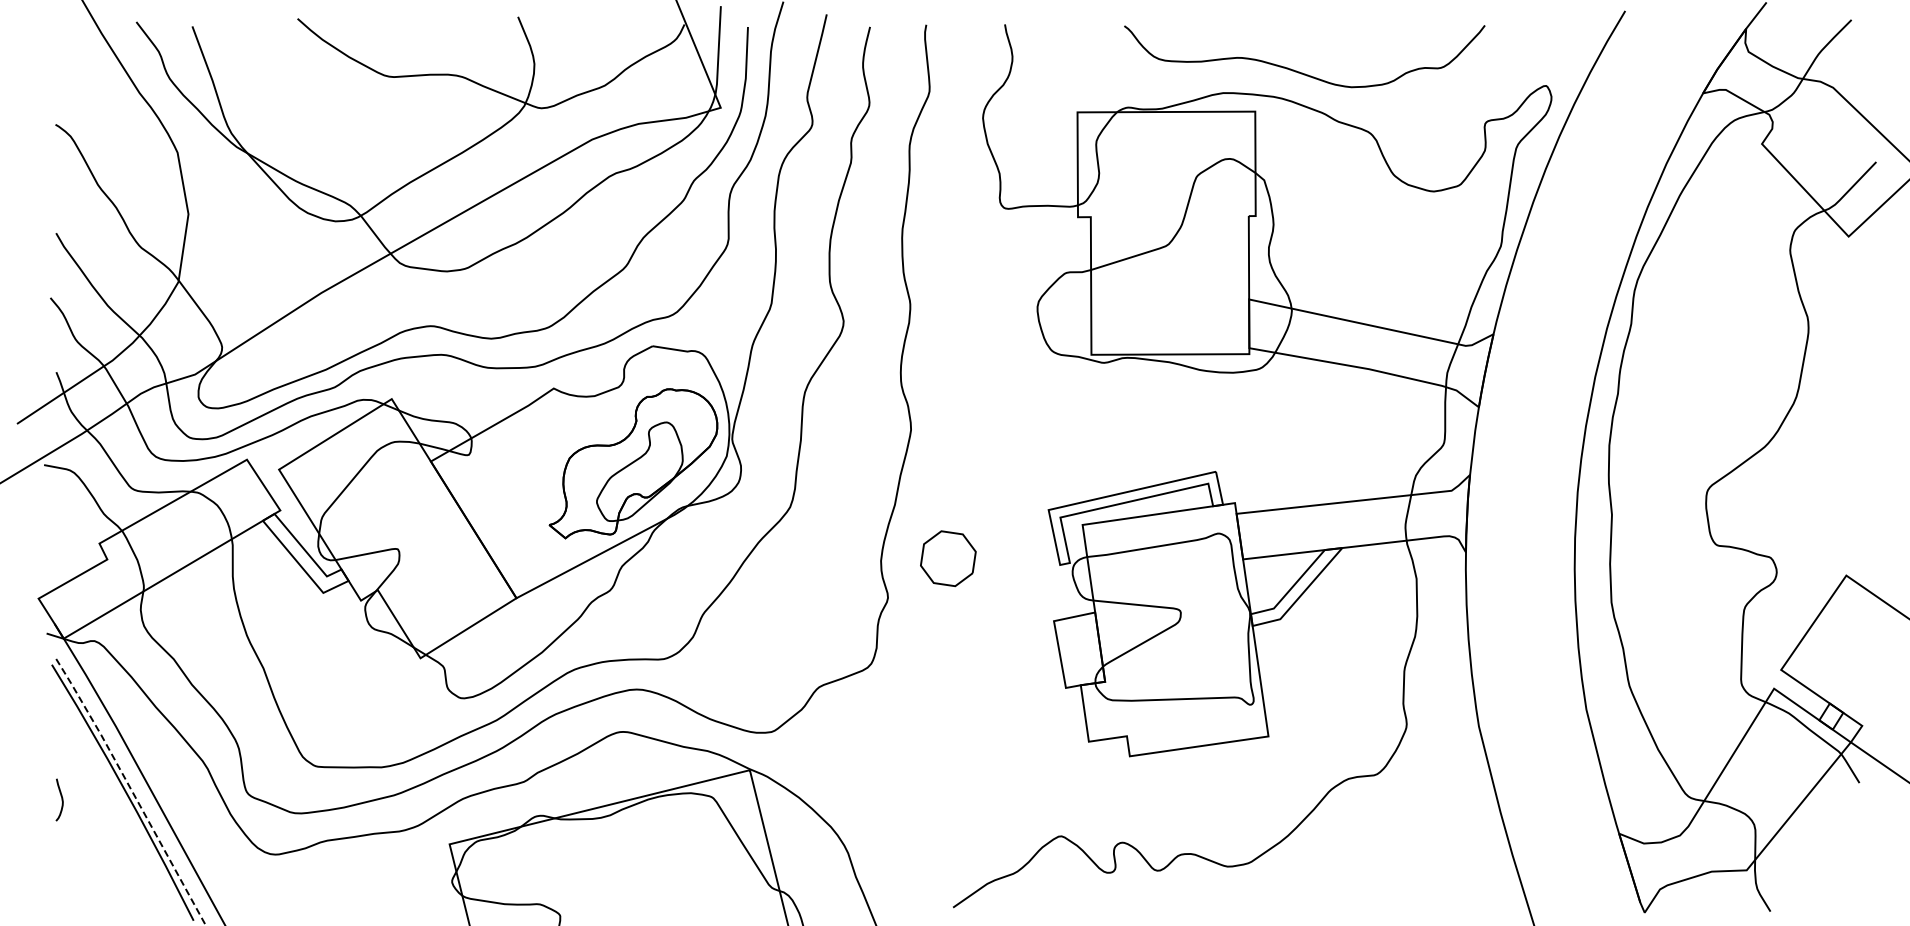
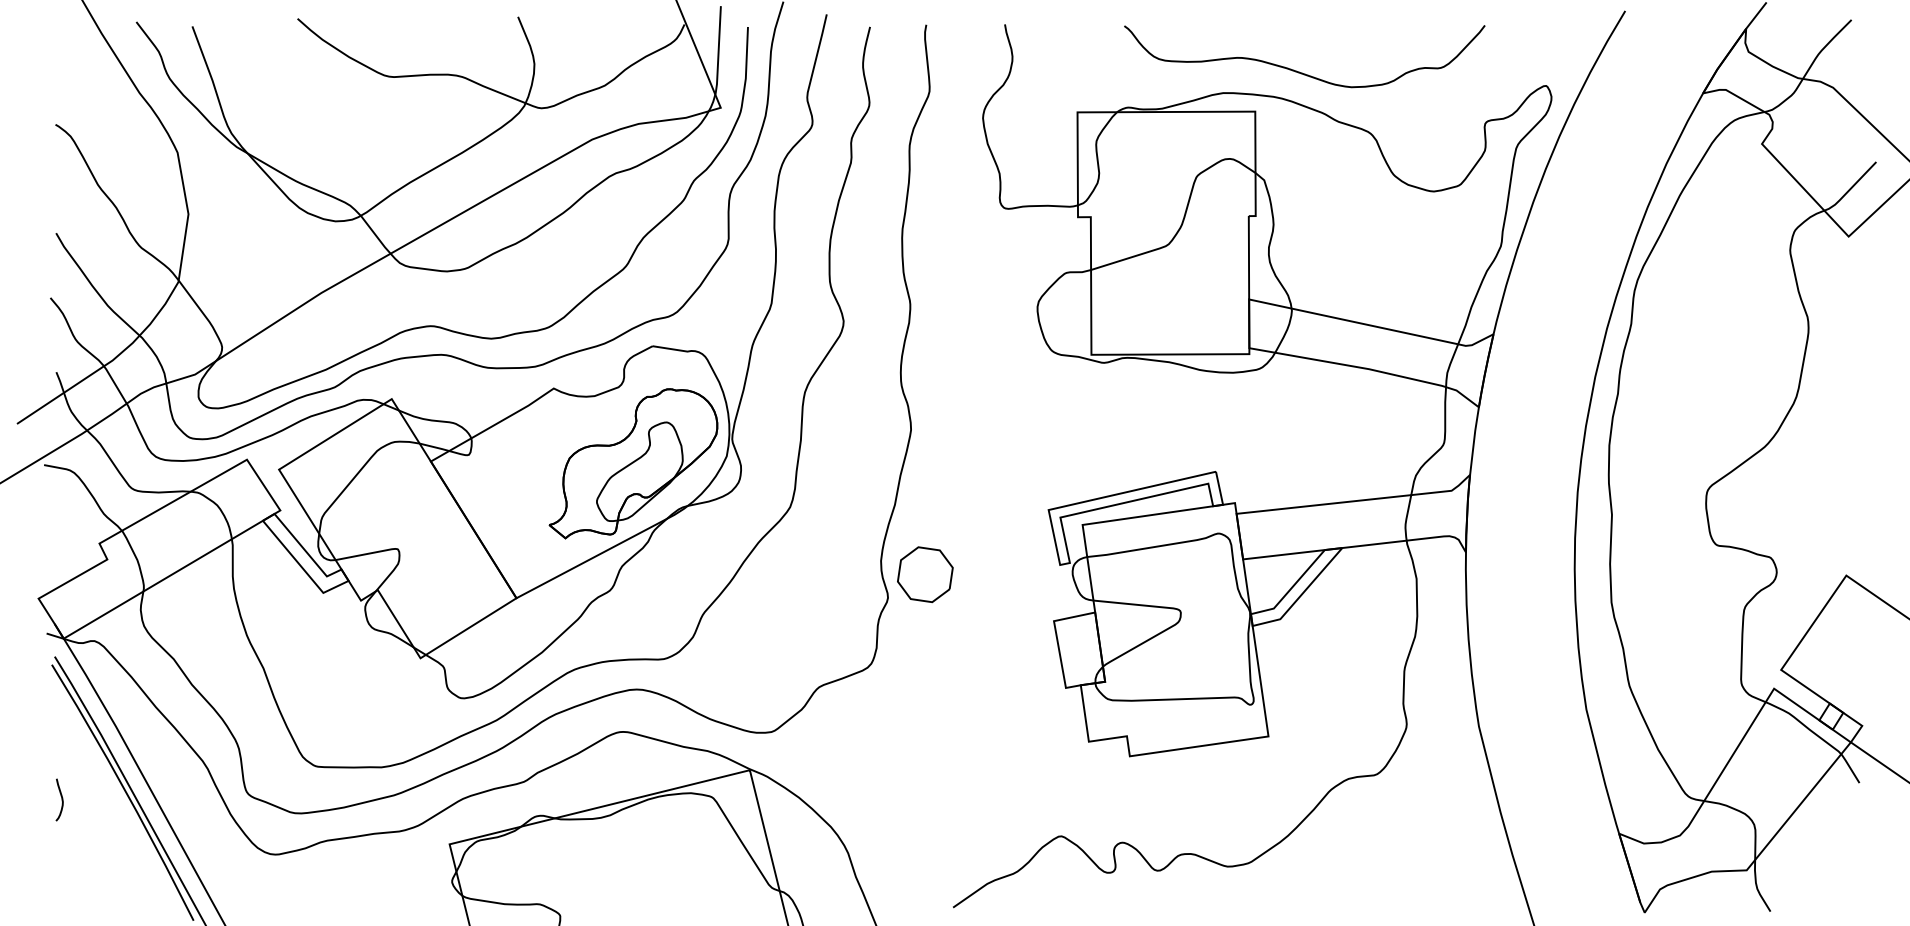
part at (948, 558) position: (948, 558) -> (925, 574)
line at (131, 789): dashed -> solid
